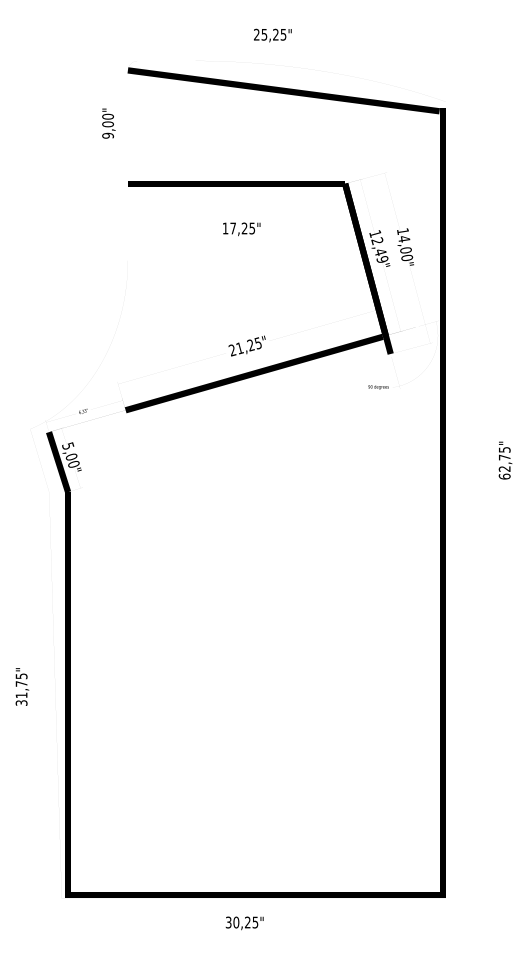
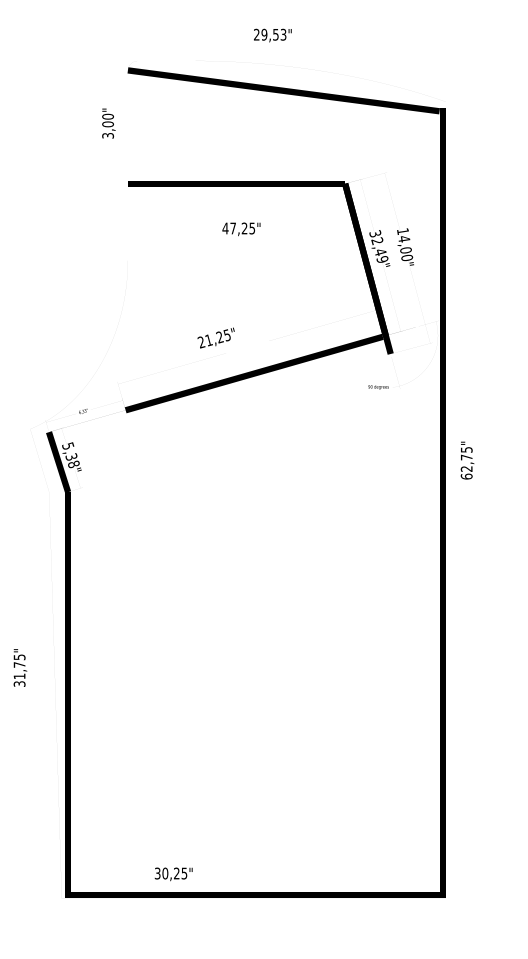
text at (273, 34): 25,25" -> 29,53"
text at (107, 135): 9,00" -> 3,00"
text at (225, 228): 17,25" -> 47,25"
text at (375, 233): 12,49" -> 32,49"
text at (246, 345) position: (246, 345) -> (215, 337)
text at (72, 460): 5,00" -> 5,38"
text at (505, 460) position: (505, 460) -> (467, 460)
text at (22, 686) position: (22, 686) -> (20, 667)
text at (244, 923) position: (244, 923) -> (173, 874)
